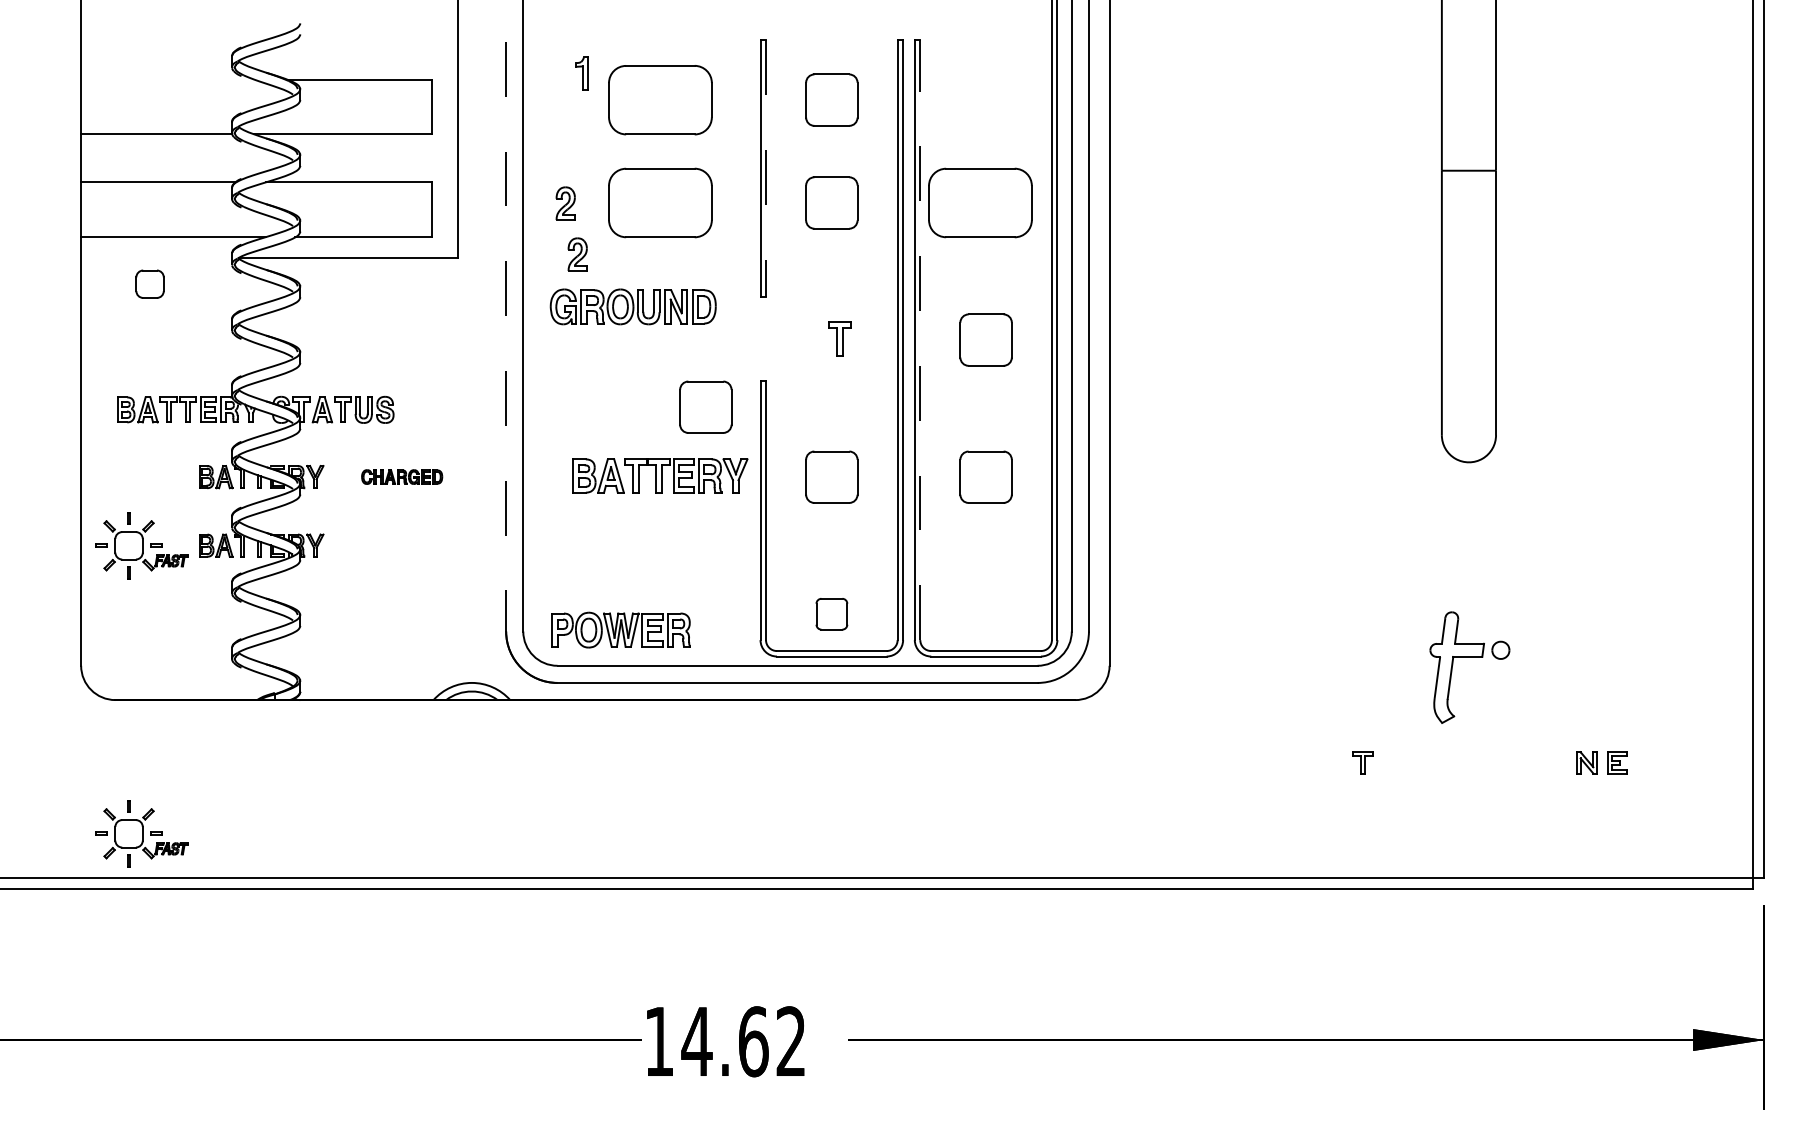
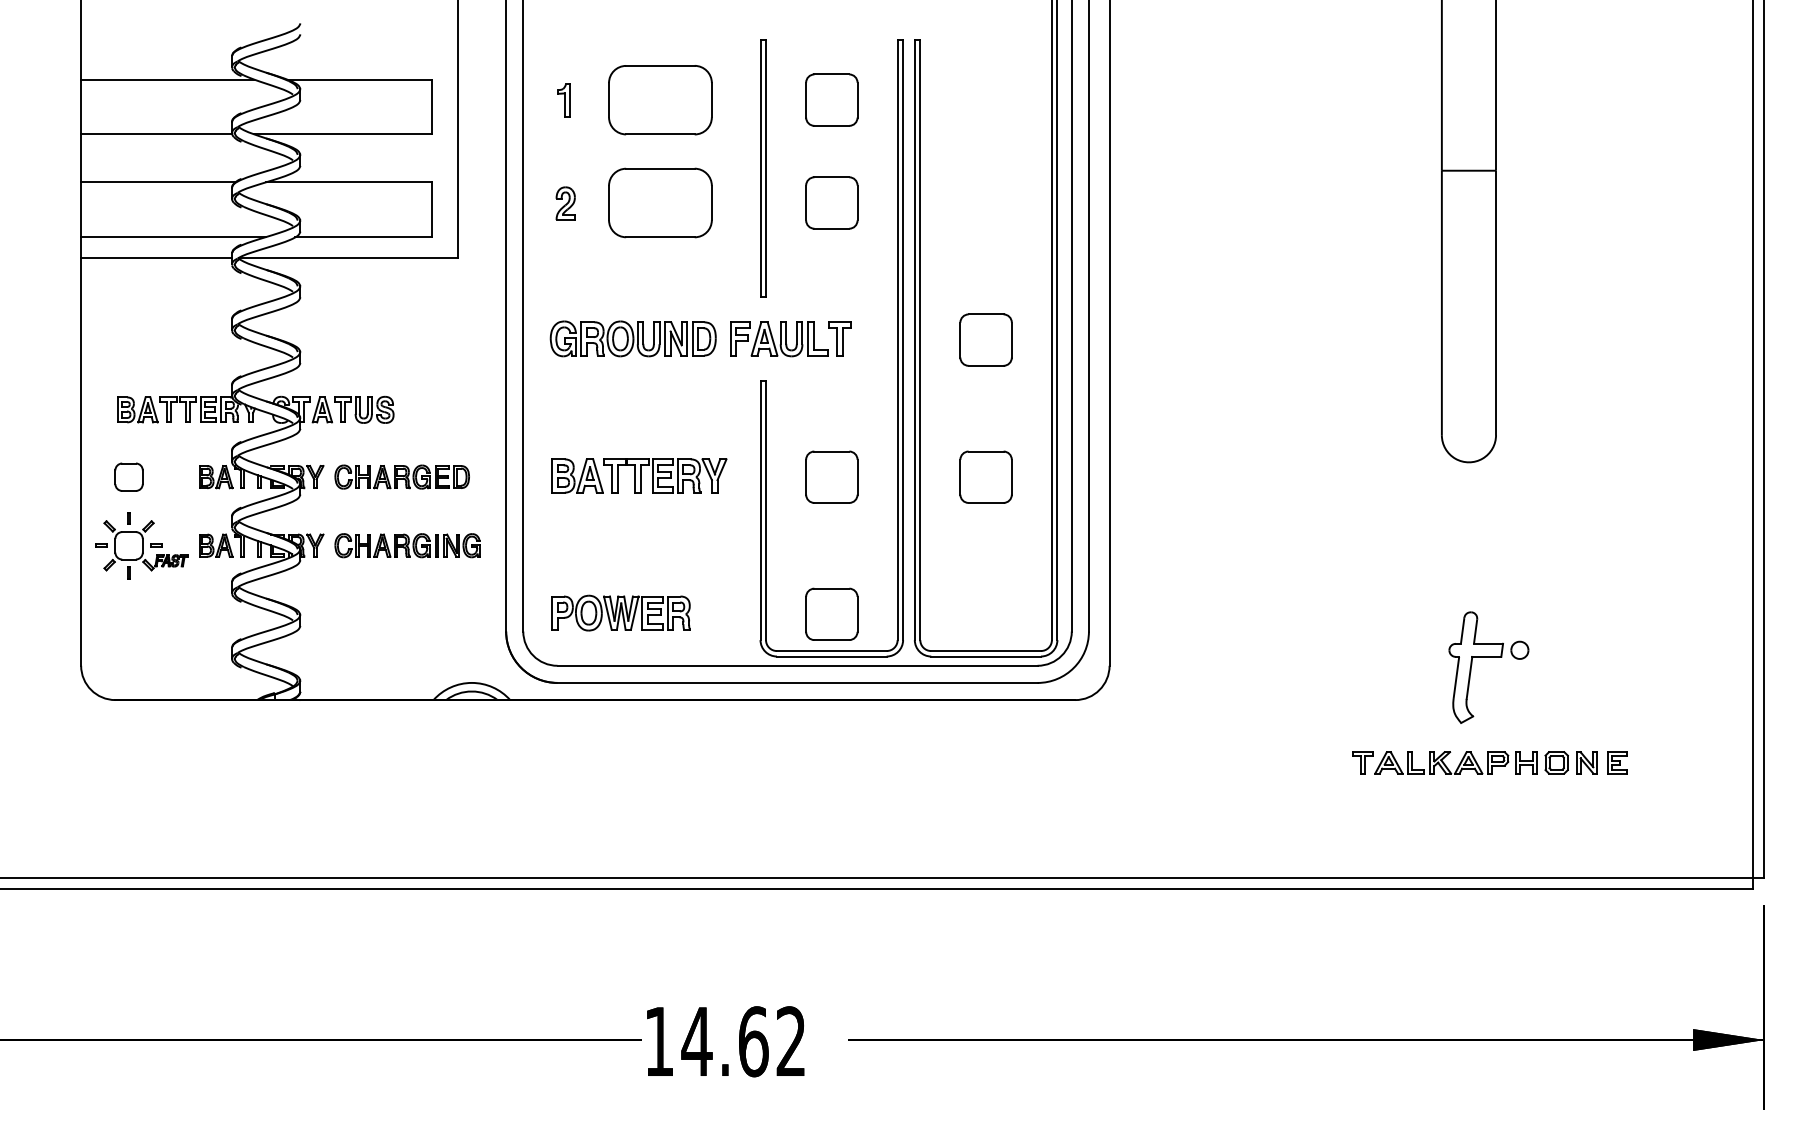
part at (581, 73) position: (581, 73) -> (563, 100)
line at (167, 79): none -> present
line at (766, 168): dashed -> solid
part at (980, 202): present -> none
part at (577, 254): present -> none
line at (156, 257): none -> present
part at (149, 283) position: (149, 283) -> (128, 476)
part at (632, 306) position: (632, 306) -> (632, 338)
line at (506, 316): dashed -> solid
part at (779, 339): none -> present
line at (920, 340): dashed -> solid
part at (705, 406): present -> none
part at (660, 475) position: (660, 475) -> (639, 475)
part at (402, 476) size: 83x16 px -> 136x26 px
part at (407, 545): none -> present
part at (831, 614) size: 34x33 px -> 54x54 px
part at (620, 629) position: (620, 629) -> (620, 612)
part at (1469, 657) position: (1469, 657) -> (1488, 657)
part at (1471, 762): none -> present
part at (141, 833): present -> none
